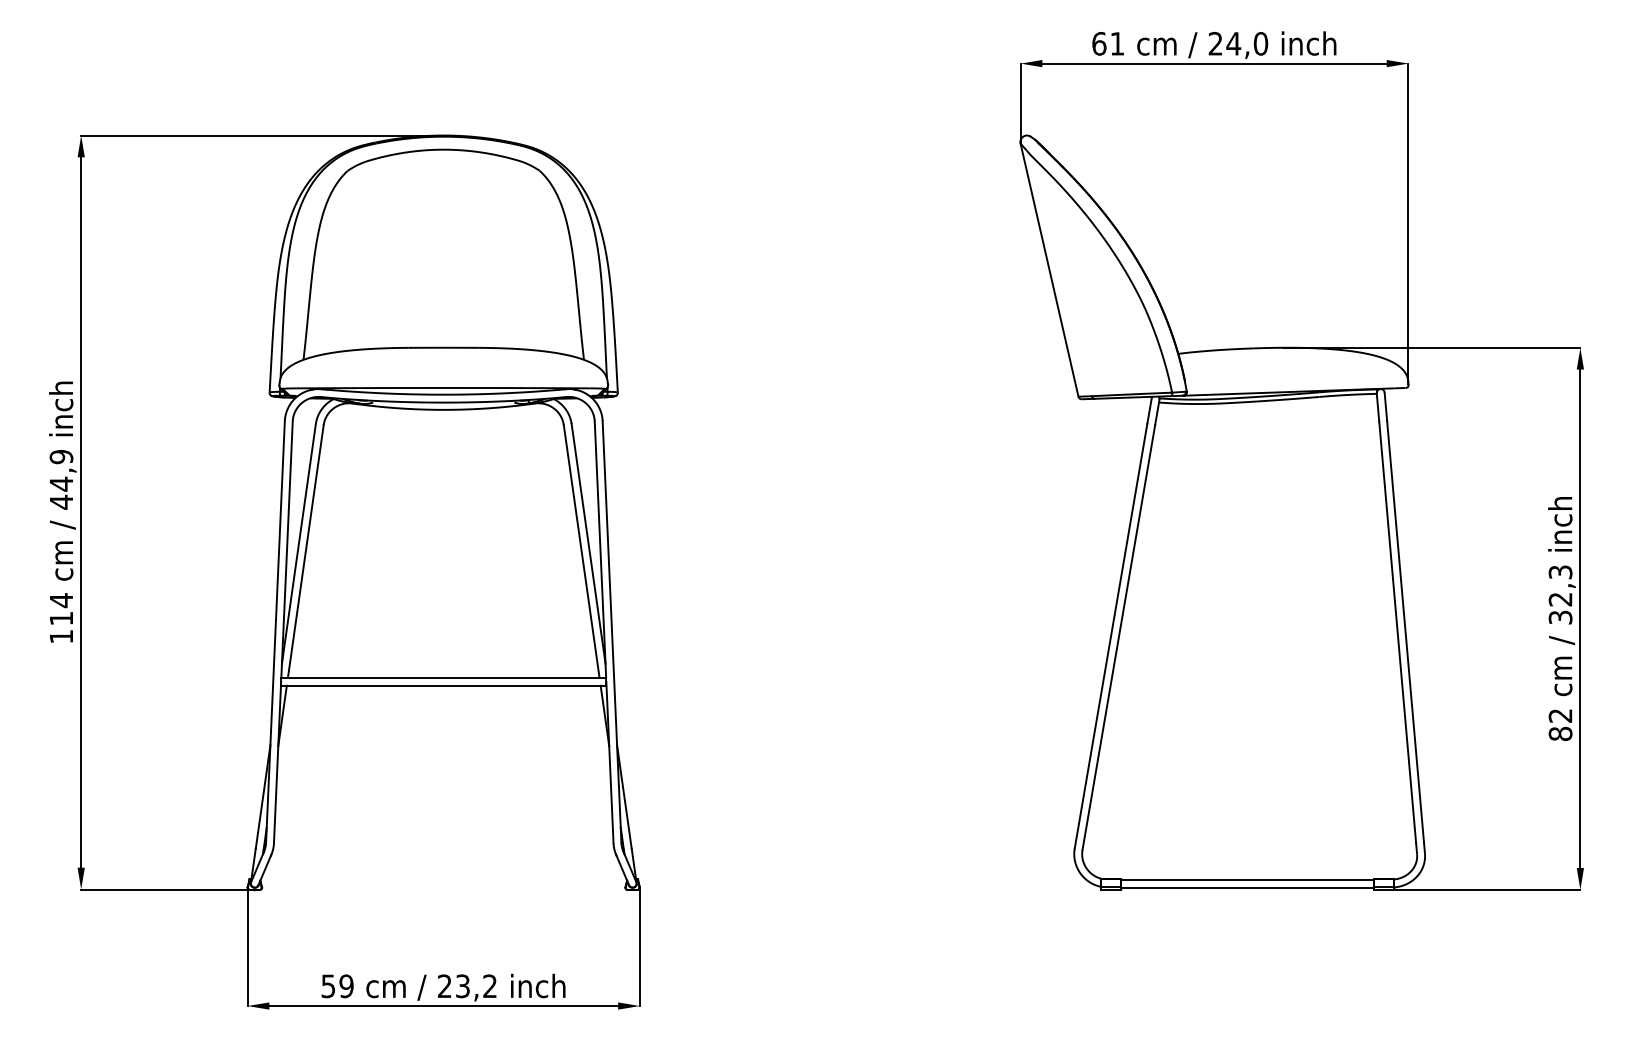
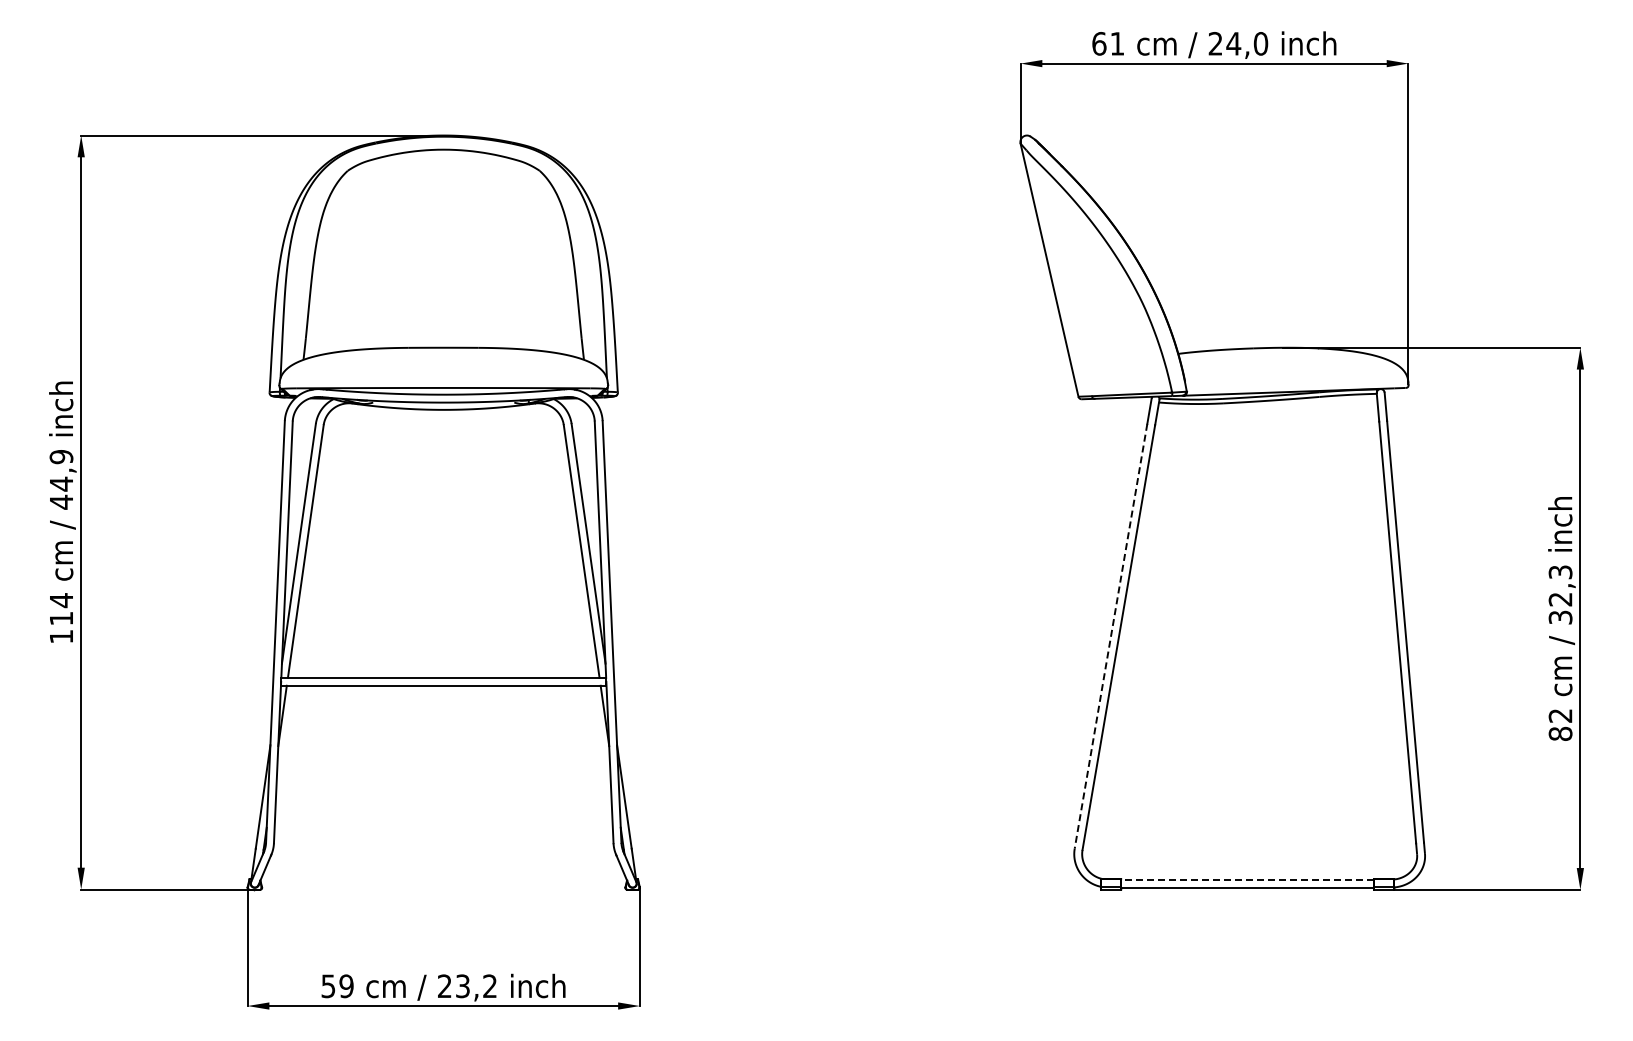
line at (1110, 636): solid -> dashed
line at (1247, 879): solid -> dashed
